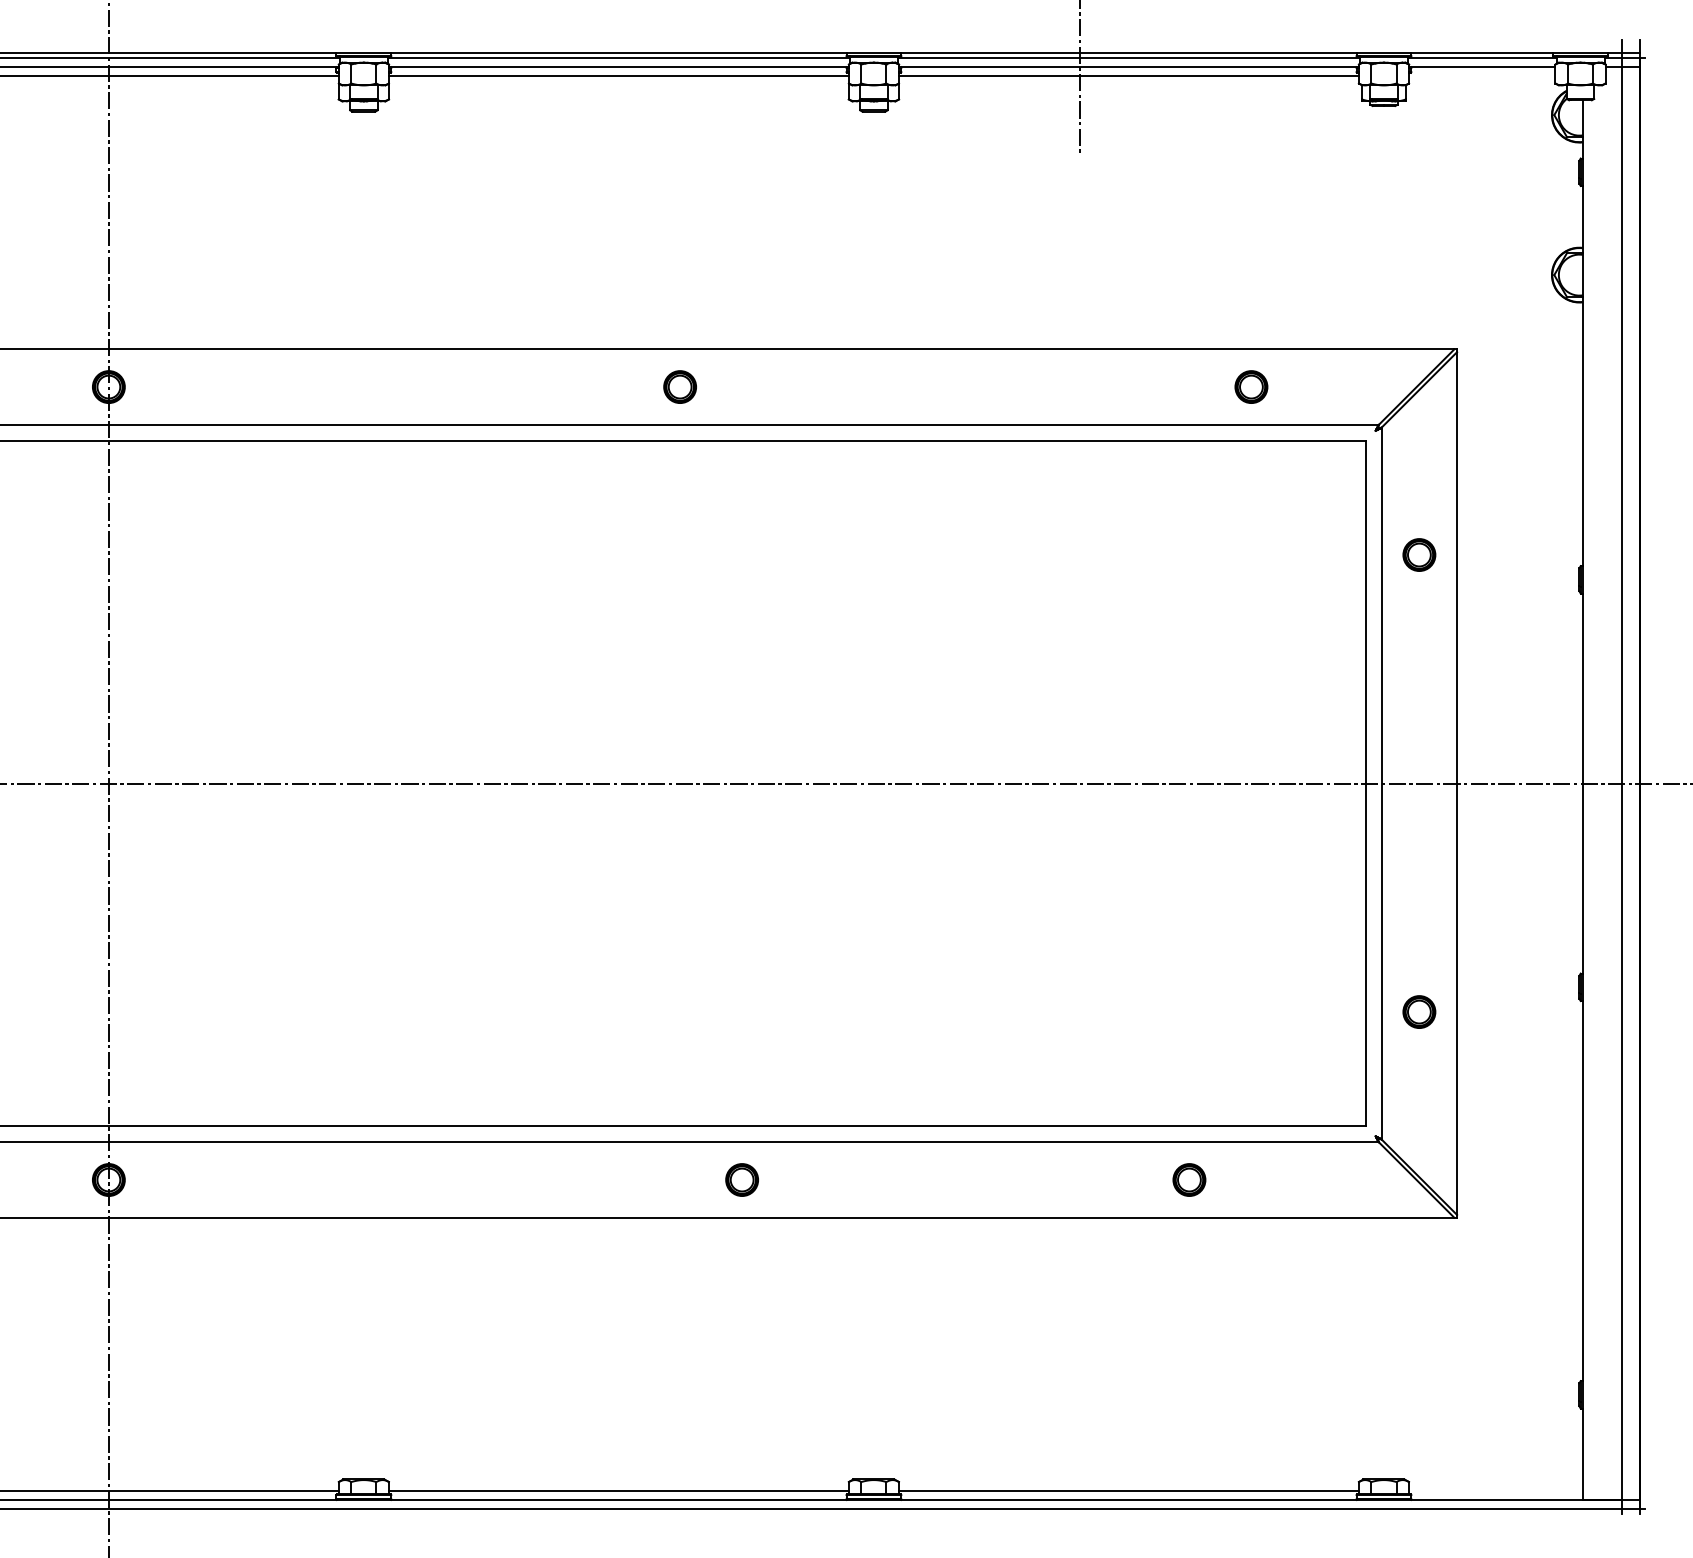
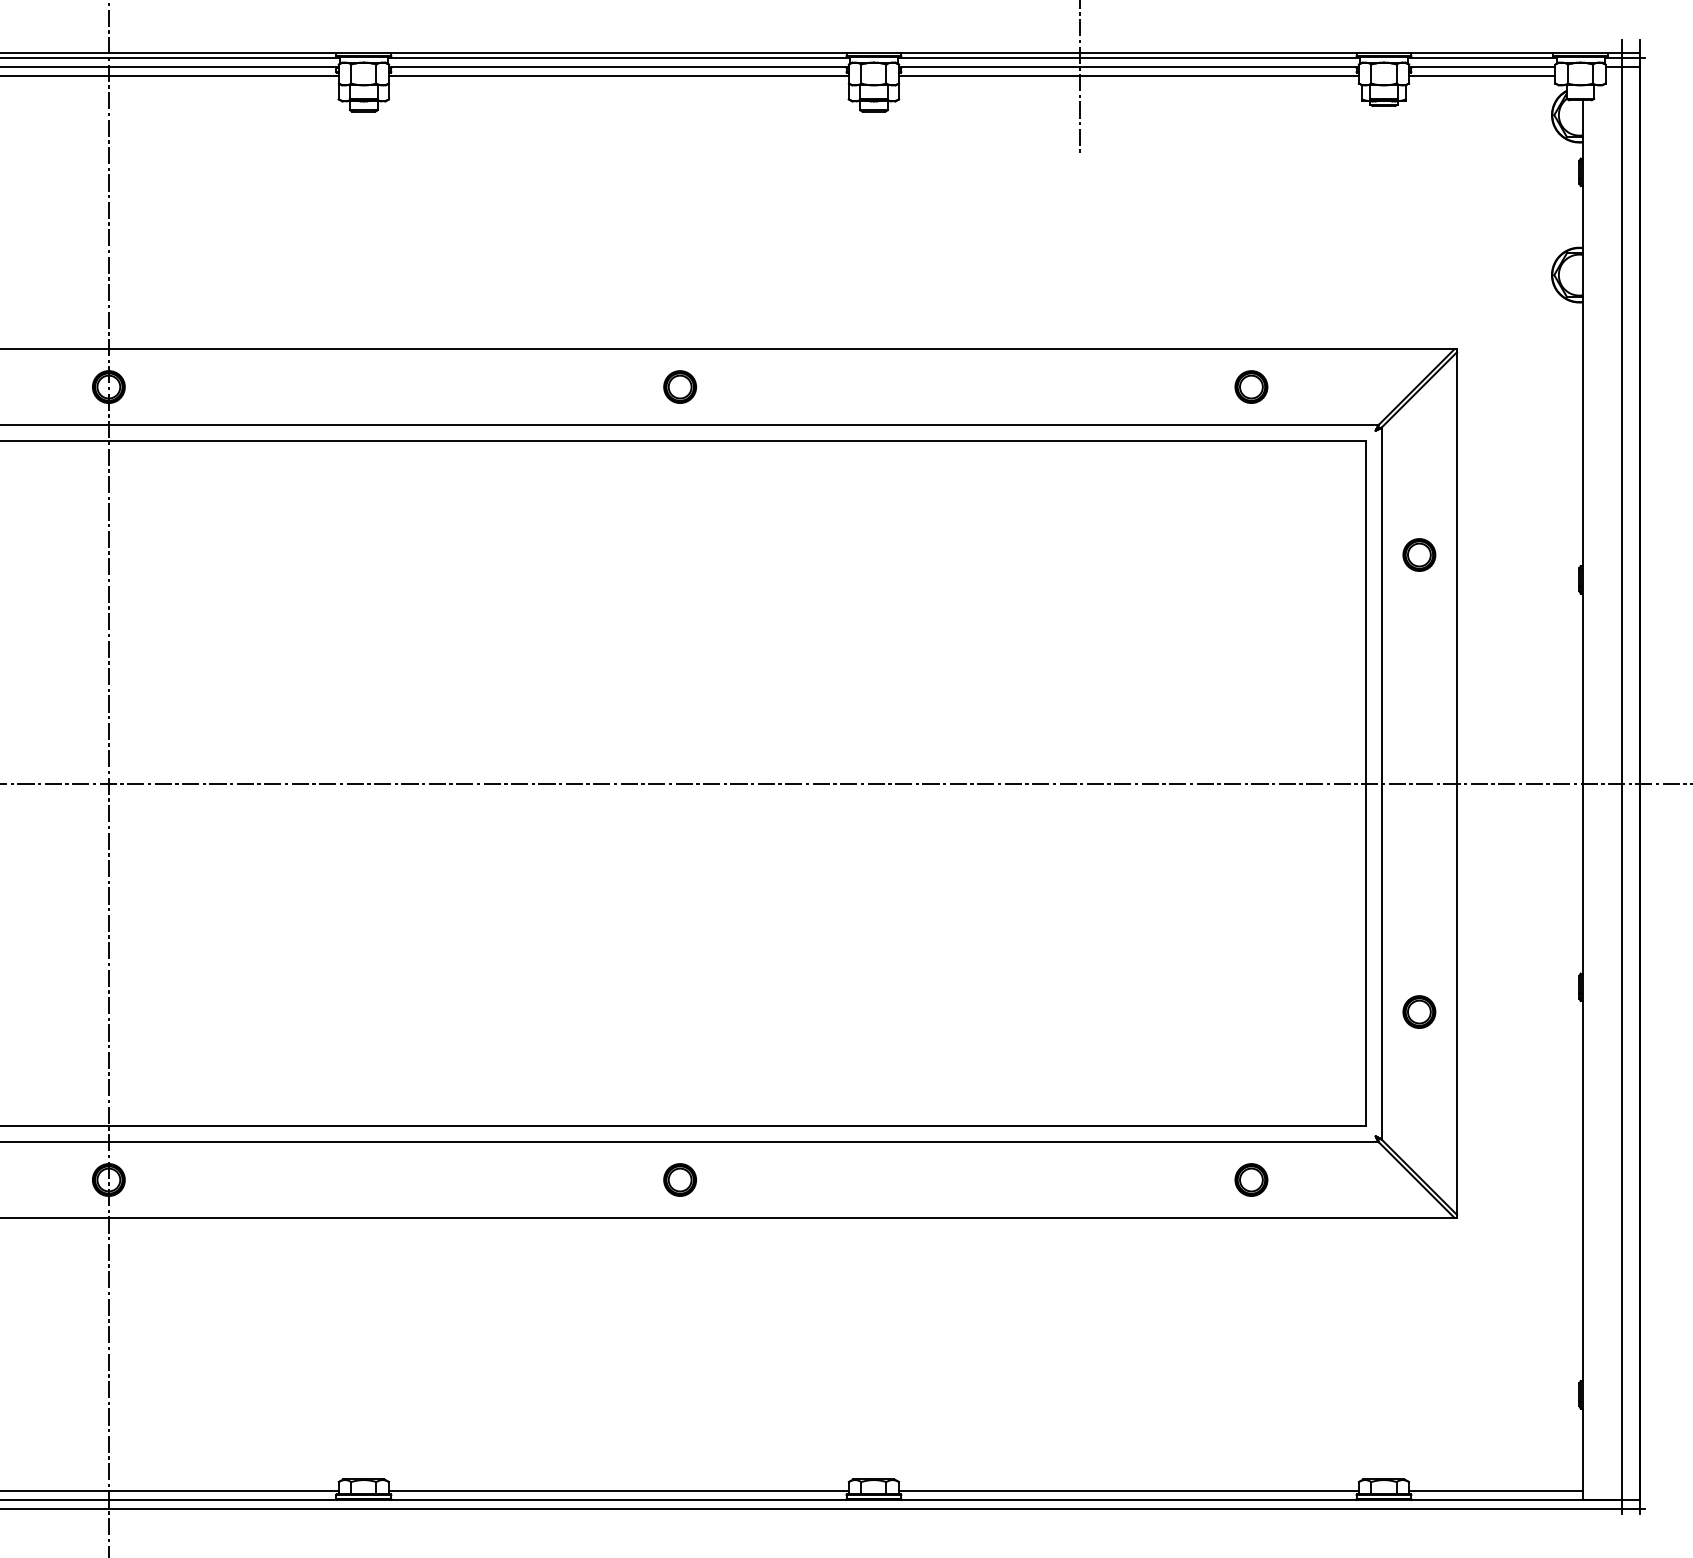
line at (1482, 76): none -> present
part at (741, 1179) position: (741, 1179) -> (679, 1179)
part at (1189, 1179) position: (1189, 1179) -> (1251, 1179)
line at (1495, 1490): none -> present
